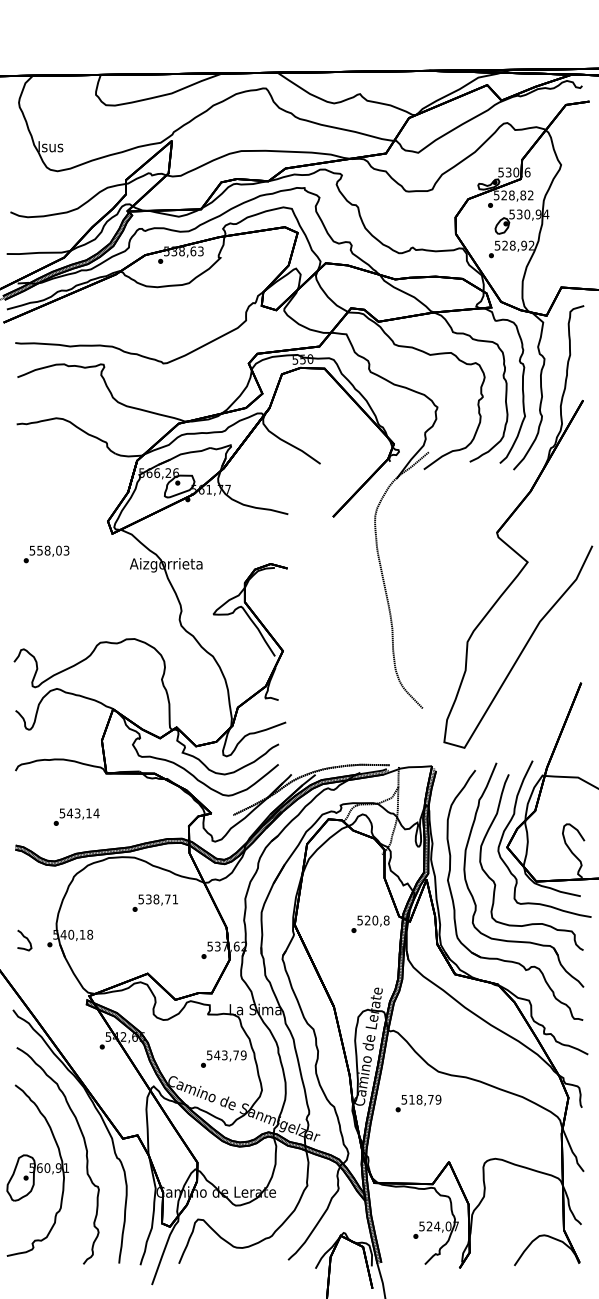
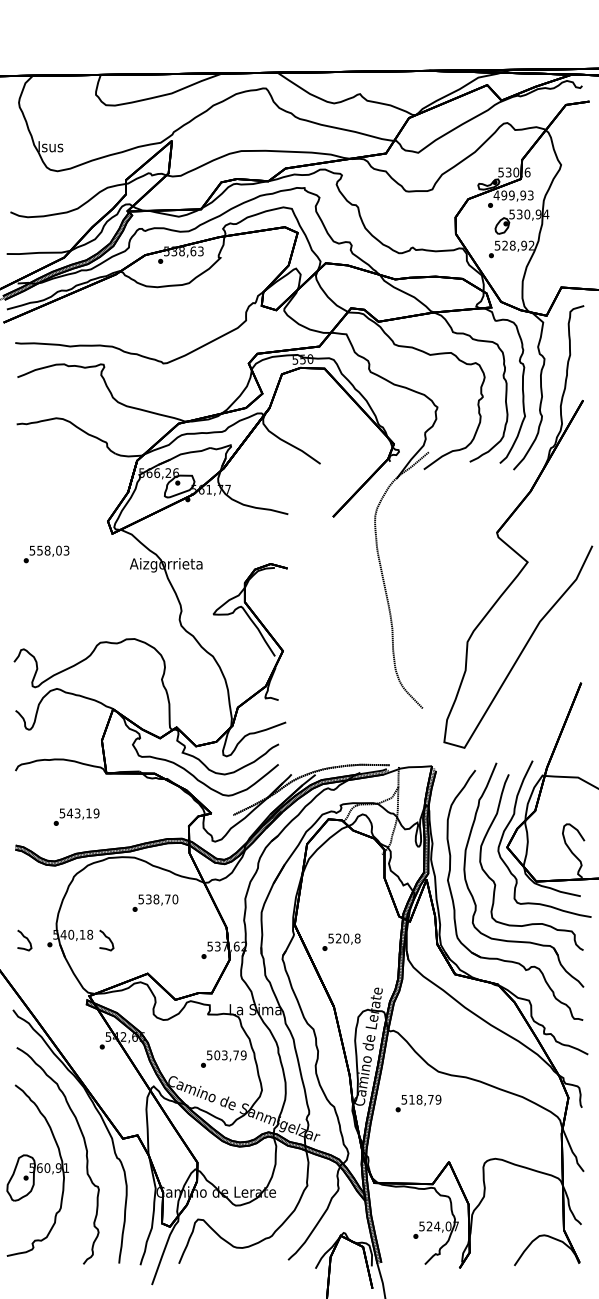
text at (513, 195): 528,82 -> 499,93
text at (96, 813): 543,14 -> 543,19
text at (175, 899): 538,71 -> 538,70
text at (370, 923) position: (370, 923) -> (341, 941)
curve at (107, 938): none -> present
text at (217, 1055): 543,79 -> 503,79
